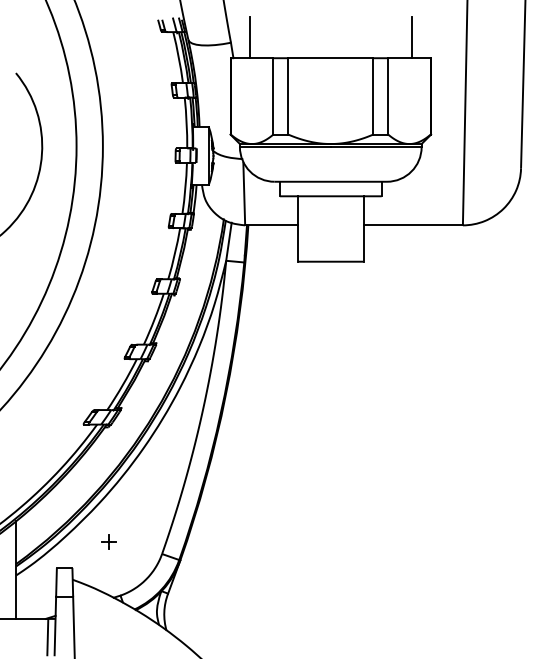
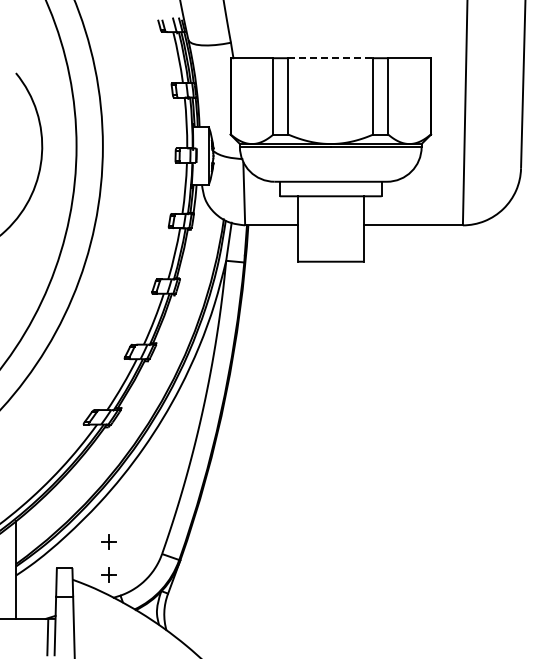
line at (249, 37): present -> none
line at (411, 37): present -> none
line at (331, 58): solid -> dashed
part at (108, 574): none -> present
